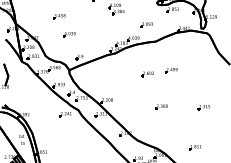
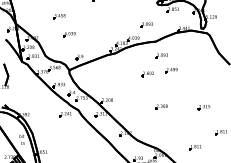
part at (116, 9): present -> none
part at (161, 55): none -> present
part at (221, 132): none -> present
